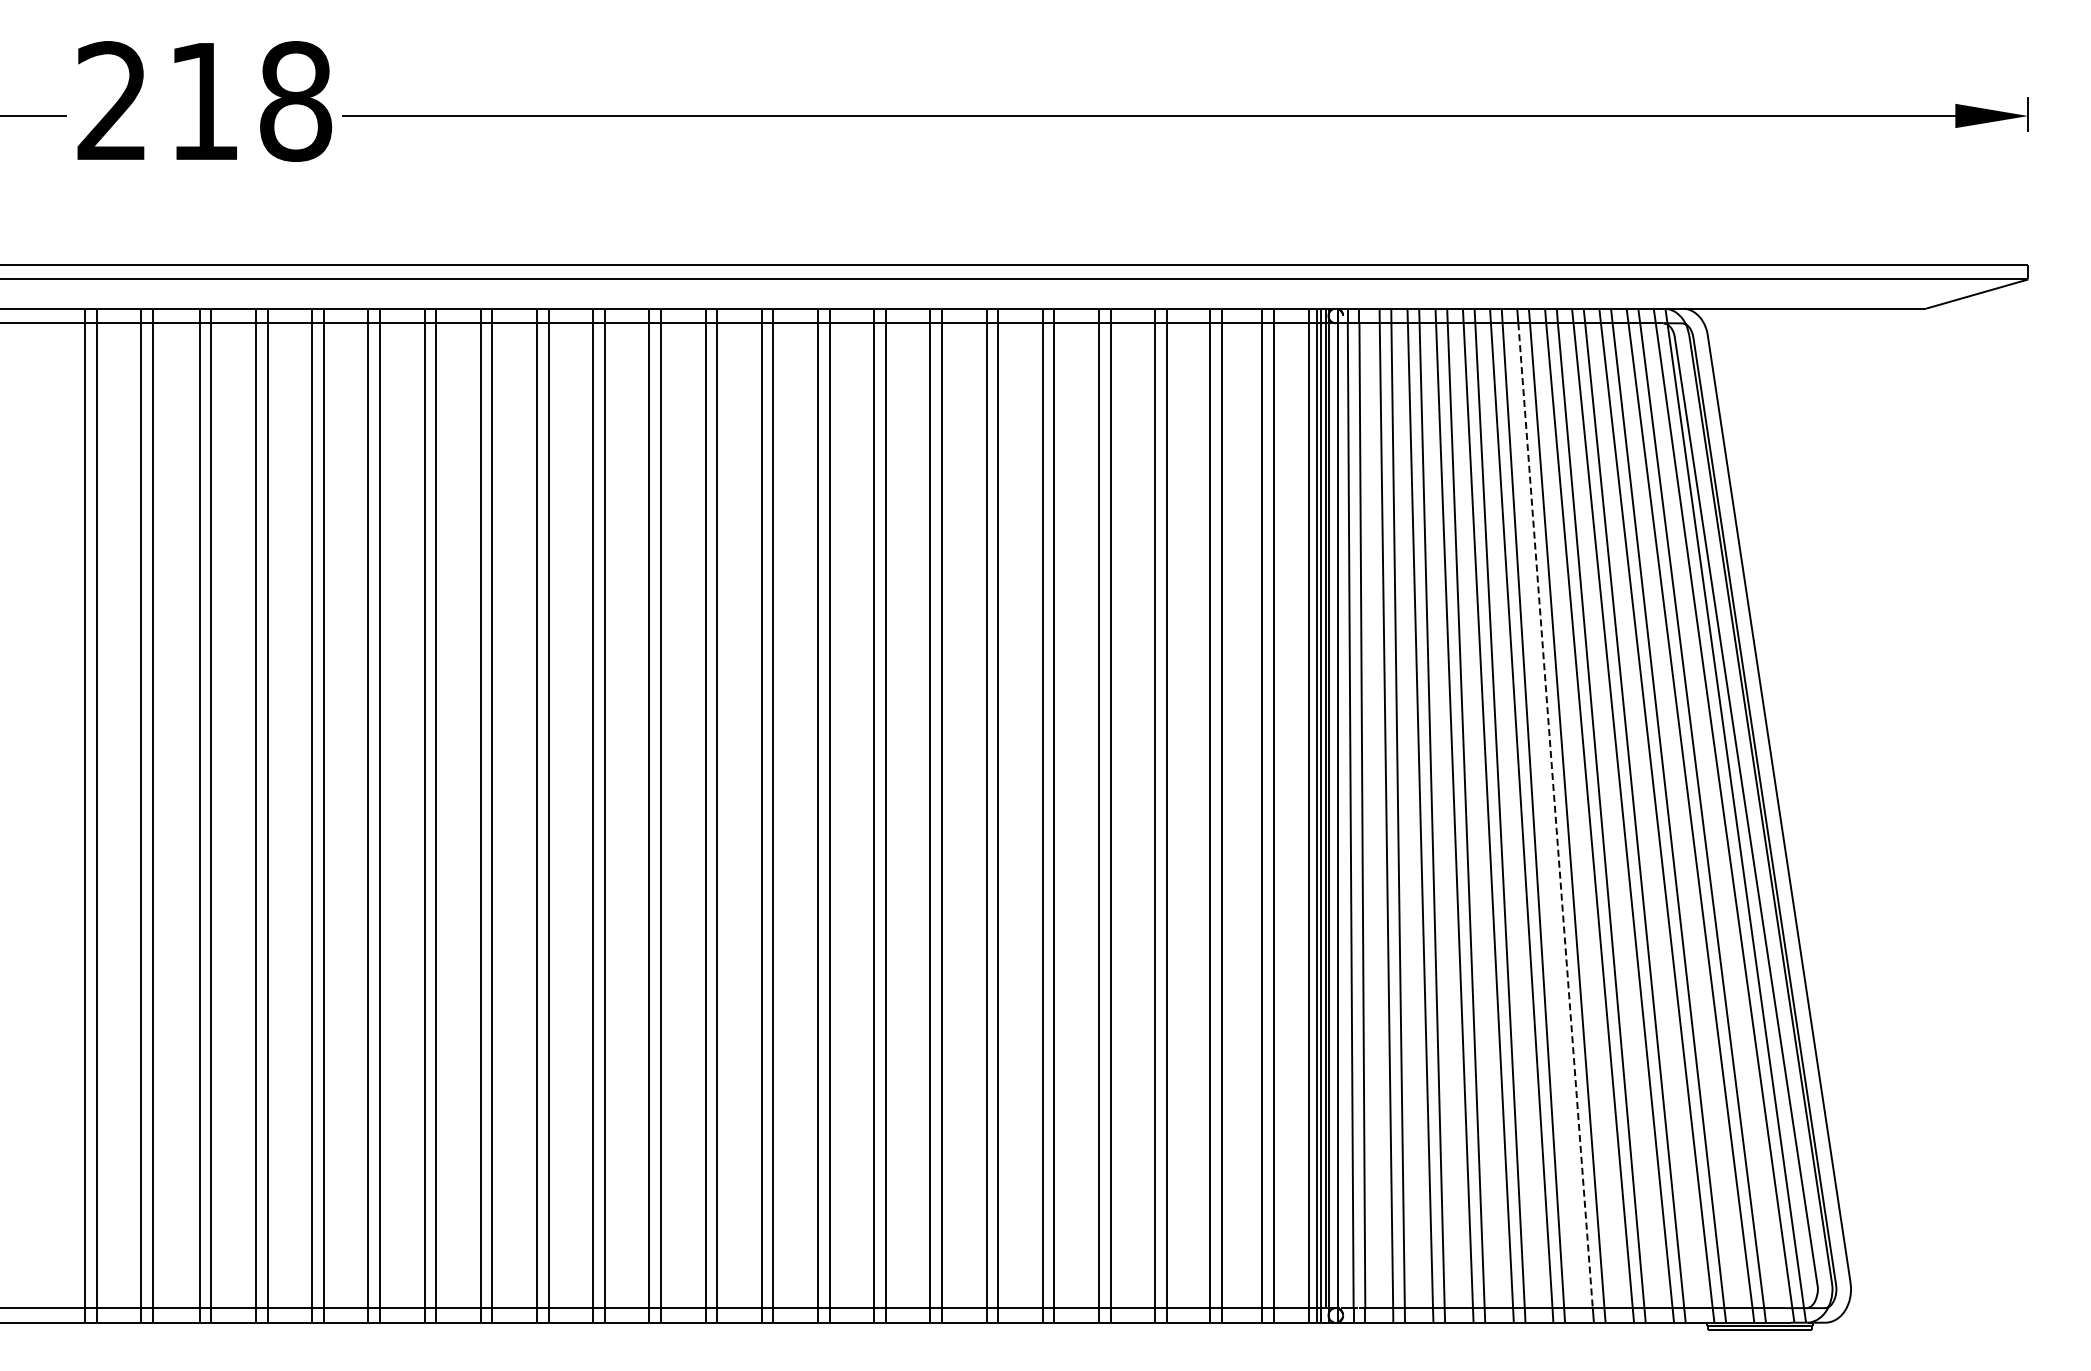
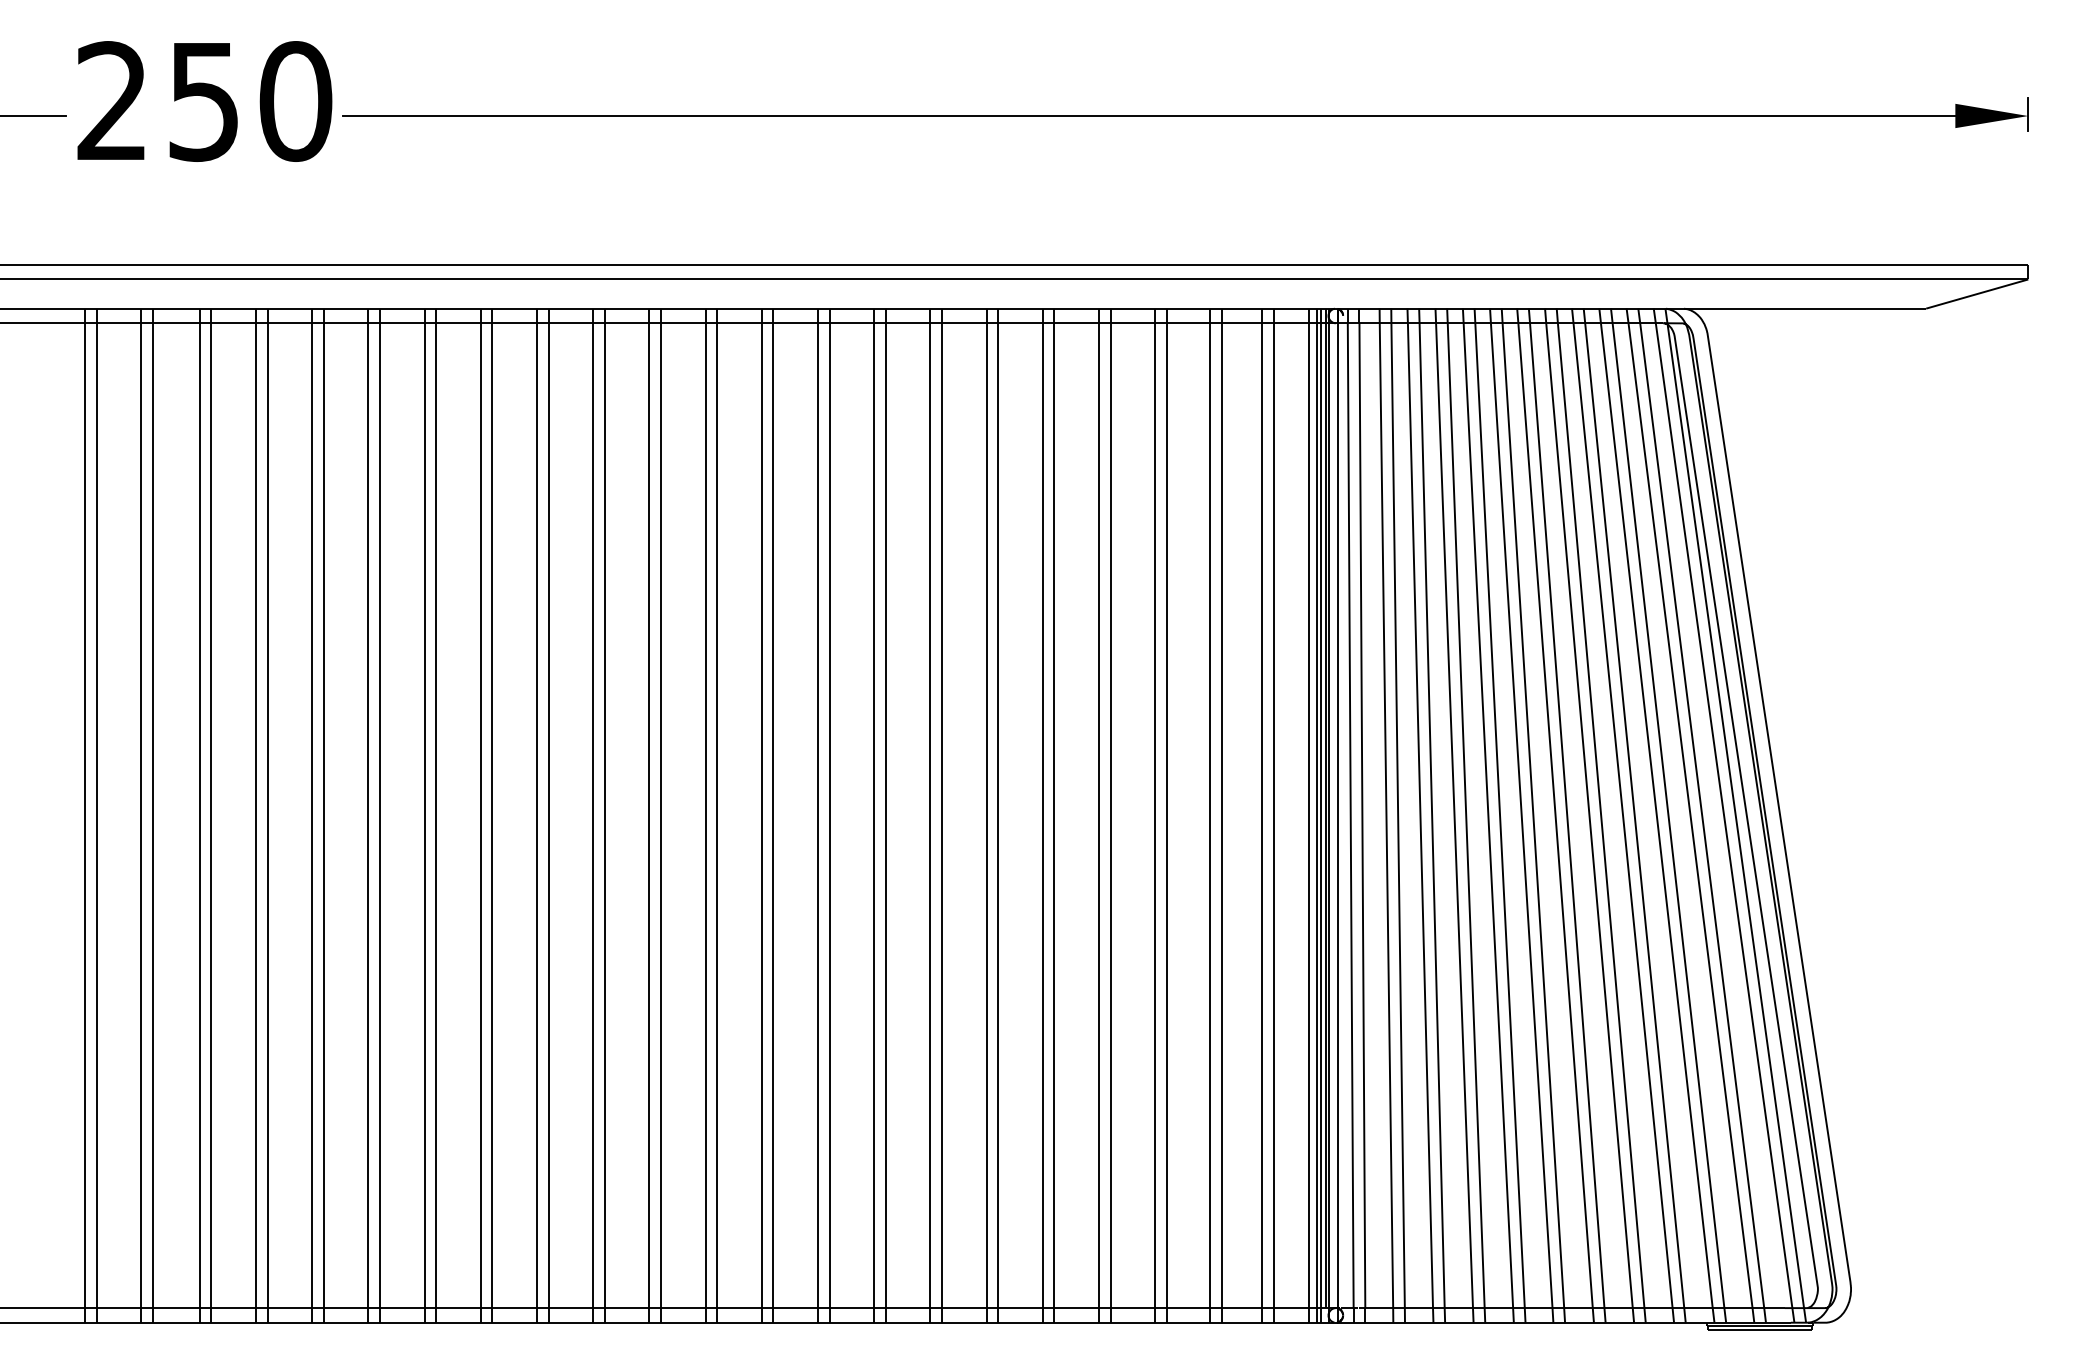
text at (250, 101): 218 -> 250
line at (1555, 815): dashed -> solid
